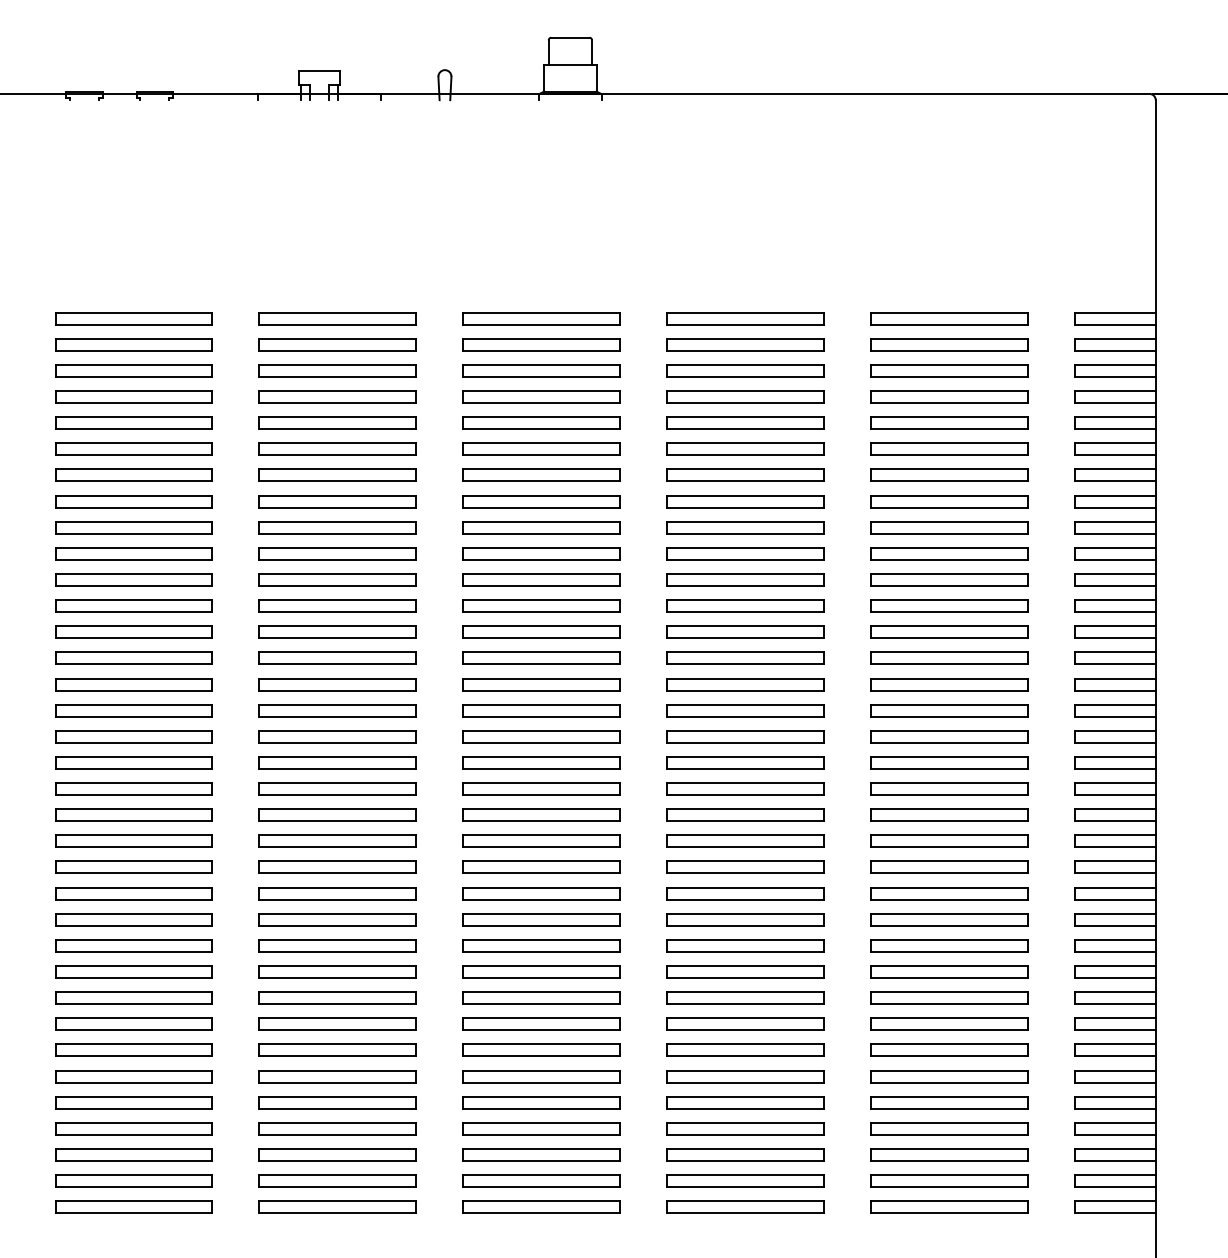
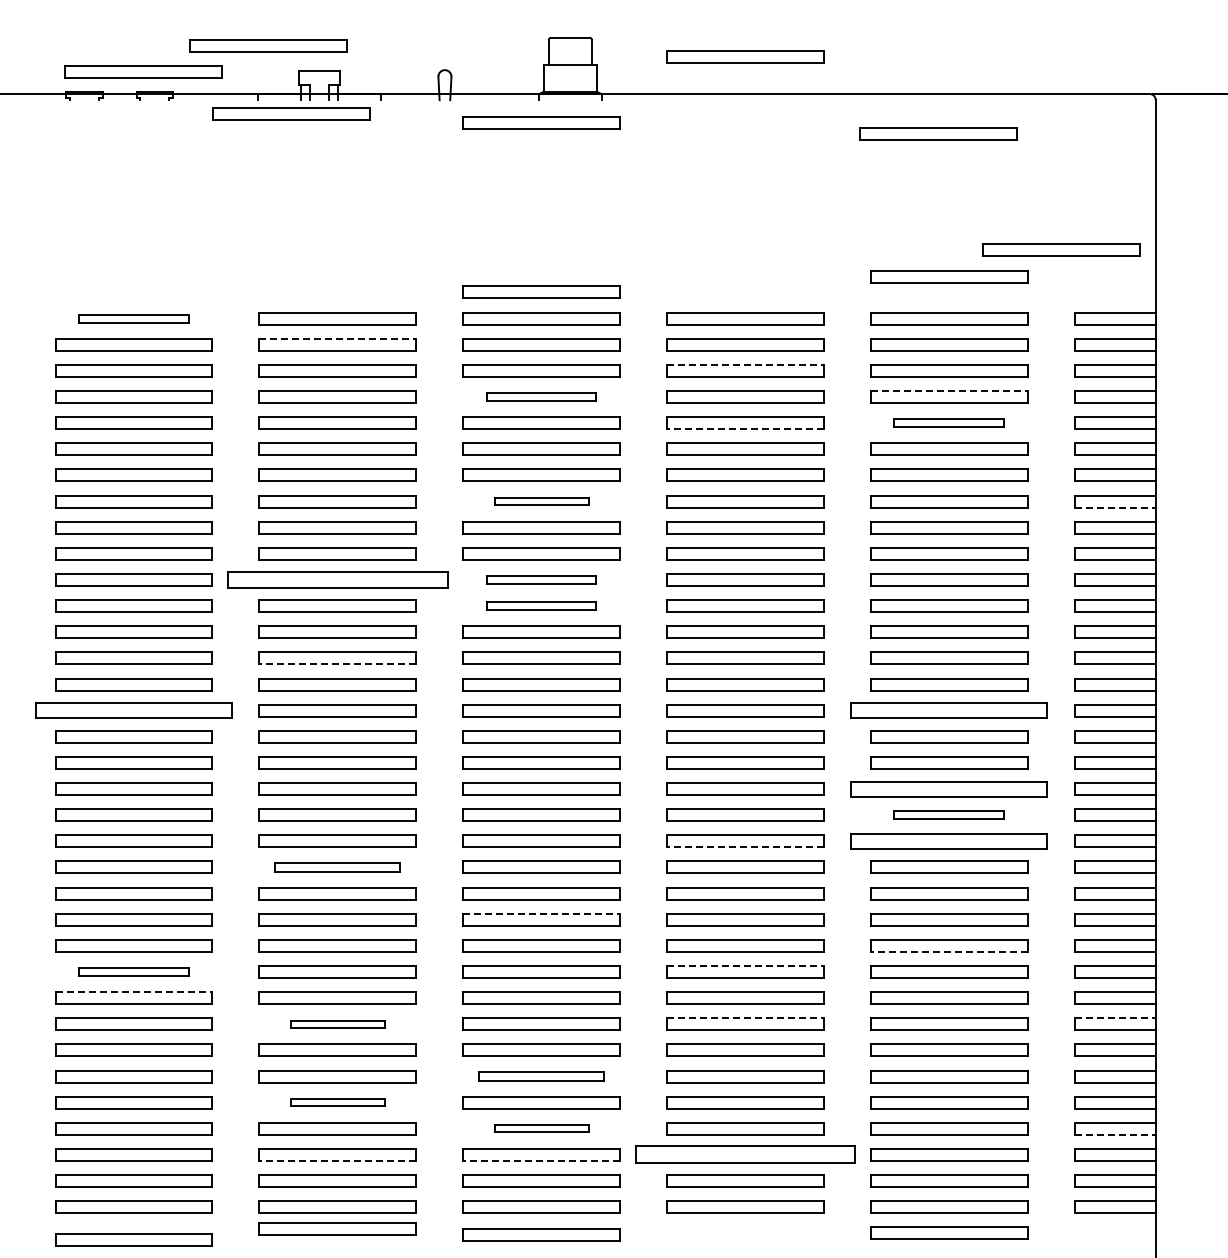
part at (268, 45): none -> present
part at (745, 56): none -> present
part at (143, 71): none -> present
part at (291, 113): none -> present
part at (541, 122): none -> present
part at (938, 133): none -> present
part at (1061, 249): none -> present
part at (949, 276): none -> present
part at (541, 291): none -> present
part at (133, 318) size: 158x14 px -> 112x10 px
line at (338, 338): solid -> dashed
line at (745, 364): solid -> dashed
line at (949, 391): solid -> dashed
part at (541, 396) size: 159x14 px -> 111x10 px
part at (949, 422) size: 159x14 px -> 112x10 px
line at (744, 429): solid -> dashed
part at (541, 501) size: 159x14 px -> 96x9 px
line at (1115, 507): solid -> dashed
part at (337, 579) size: 159x14 px -> 222x18 px
part at (541, 579) size: 159x14 px -> 111x10 px
part at (541, 605) size: 159x14 px -> 111x10 px
line at (337, 664): solid -> dashed
part at (133, 710) size: 158x14 px -> 198x17 px
part at (949, 710) size: 159x14 px -> 198x17 px
part at (949, 788) size: 159x14 px -> 198x17 px
part at (949, 814) size: 159x14 px -> 112x10 px
part at (949, 840) size: 159x14 px -> 198x17 px
line at (744, 847): solid -> dashed
part at (337, 866) size: 159x14 px -> 127x11 px
line at (542, 913): solid -> dashed
line at (948, 951): solid -> dashed
line at (745, 965): solid -> dashed
part at (133, 971) size: 158x14 px -> 112x10 px
line at (134, 992): solid -> dashed
line at (745, 1018): solid -> dashed
line at (1115, 1018): solid -> dashed
part at (337, 1023) size: 159x14 px -> 96x9 px
part at (541, 1076) size: 159x14 px -> 127x11 px
part at (337, 1102) size: 159x14 px -> 96x9 px
part at (541, 1128) size: 159x14 px -> 96x9 px
line at (1115, 1134): solid -> dashed
part at (745, 1154) size: 159x14 px -> 221x19 px
line at (337, 1160): solid -> dashed
line at (541, 1160): solid -> dashed
part at (337, 1228): none -> present
part at (949, 1232): none -> present
part at (541, 1234): none -> present
part at (133, 1239): none -> present
